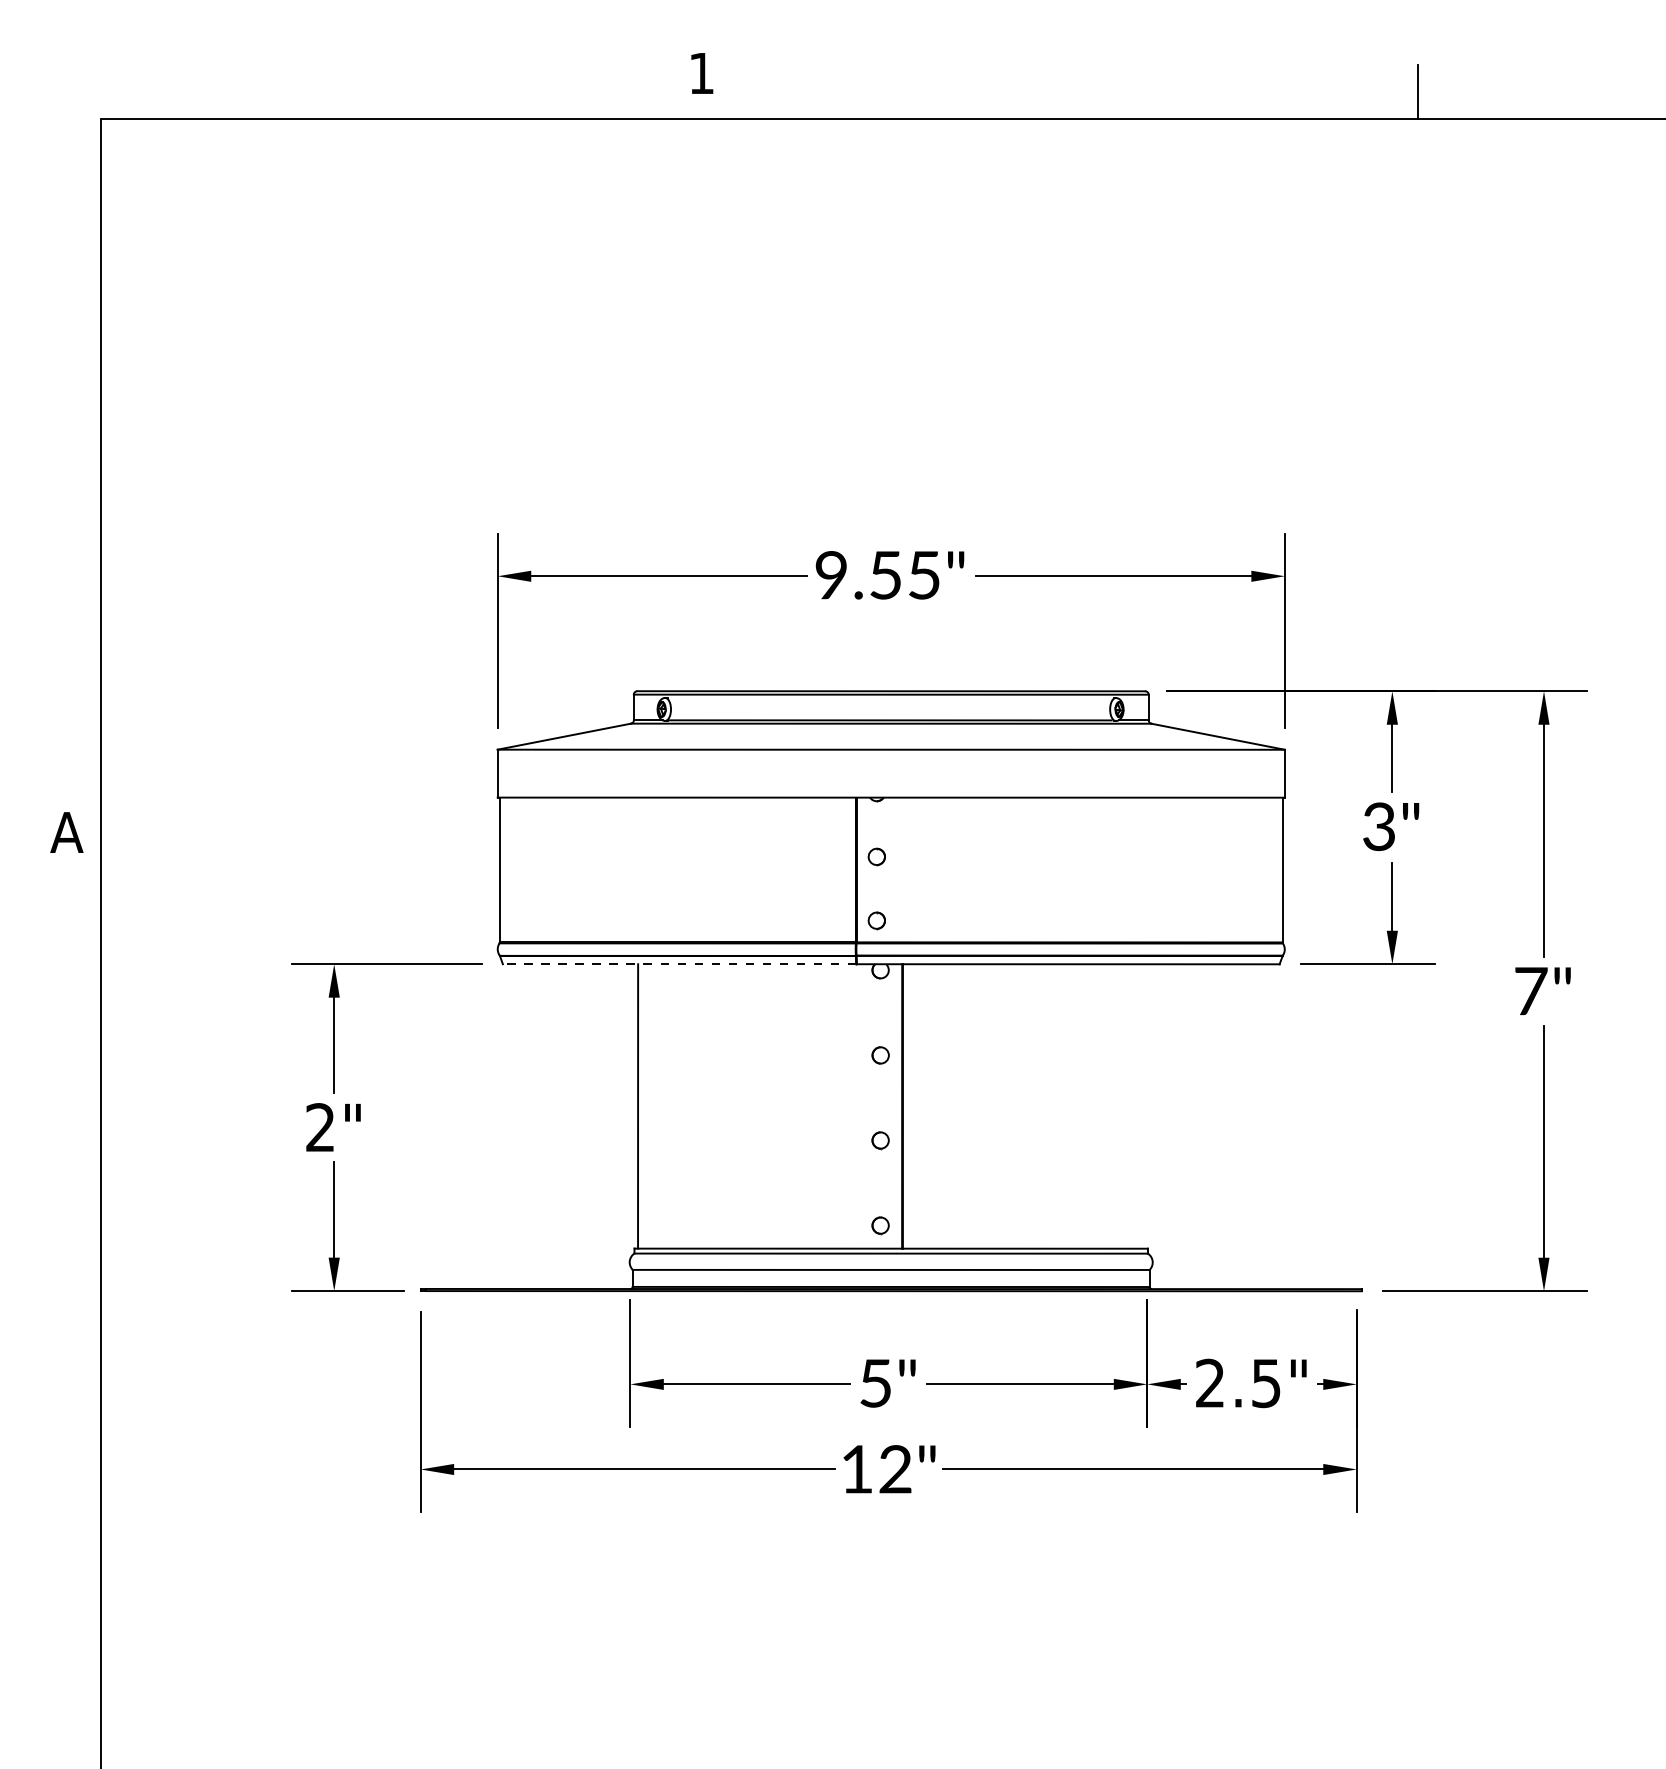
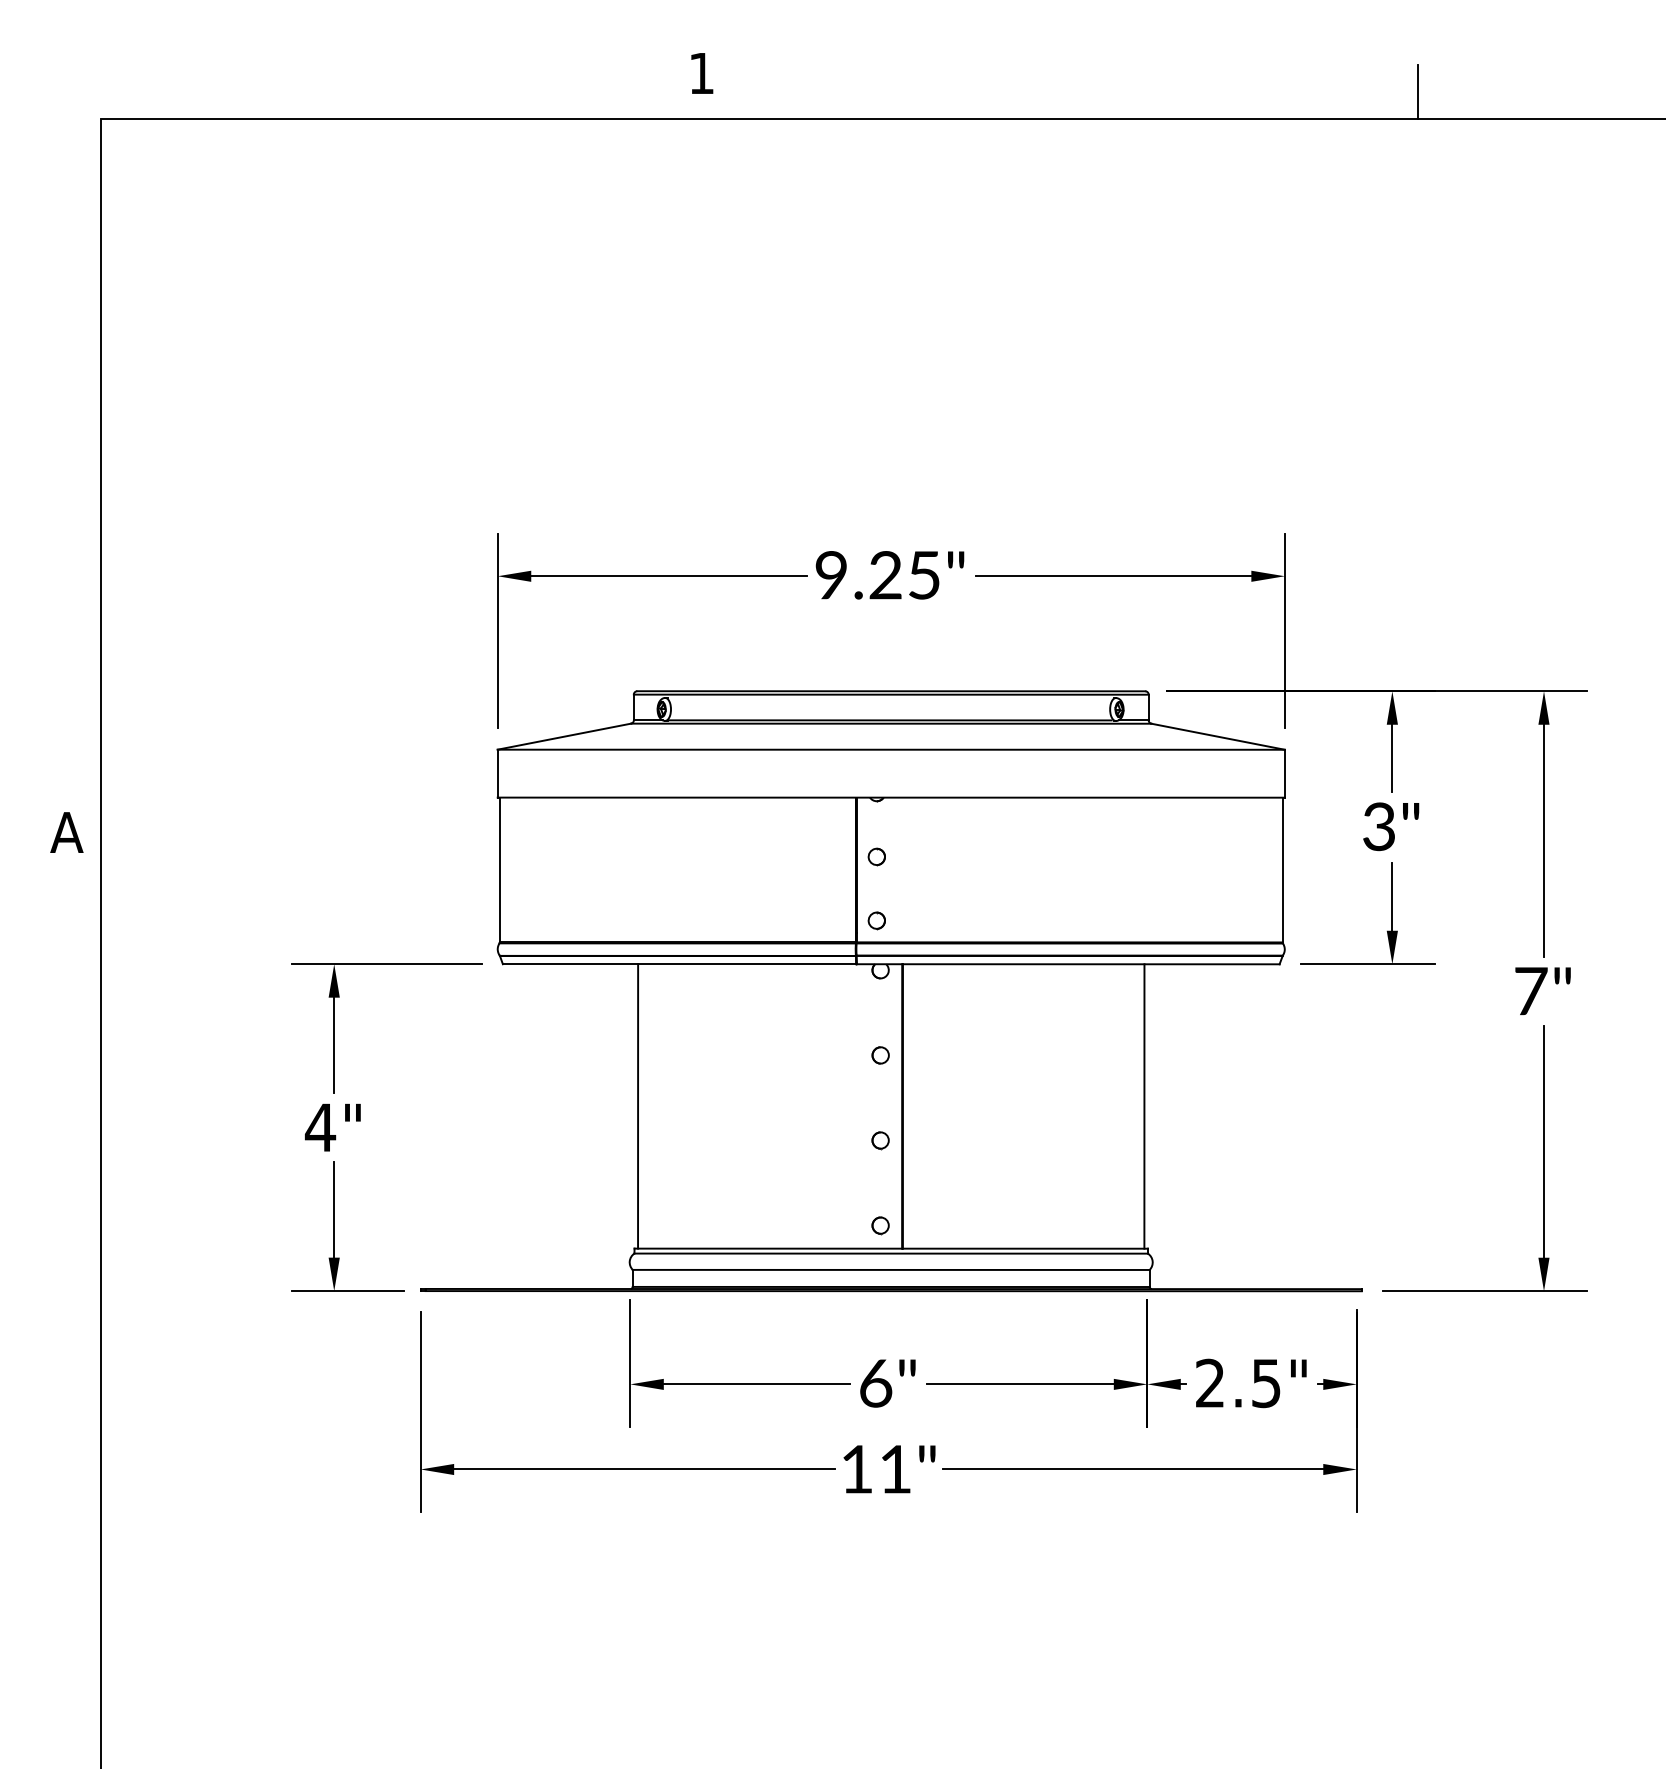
text at (885, 575): 9.55" -> 9.25"
line at (679, 964): dashed -> solid
line at (1144, 1106): none -> present
text at (320, 1127): 2" -> 4"
text at (876, 1383): 5" -> 6"
text at (895, 1469): 12" -> 11"
